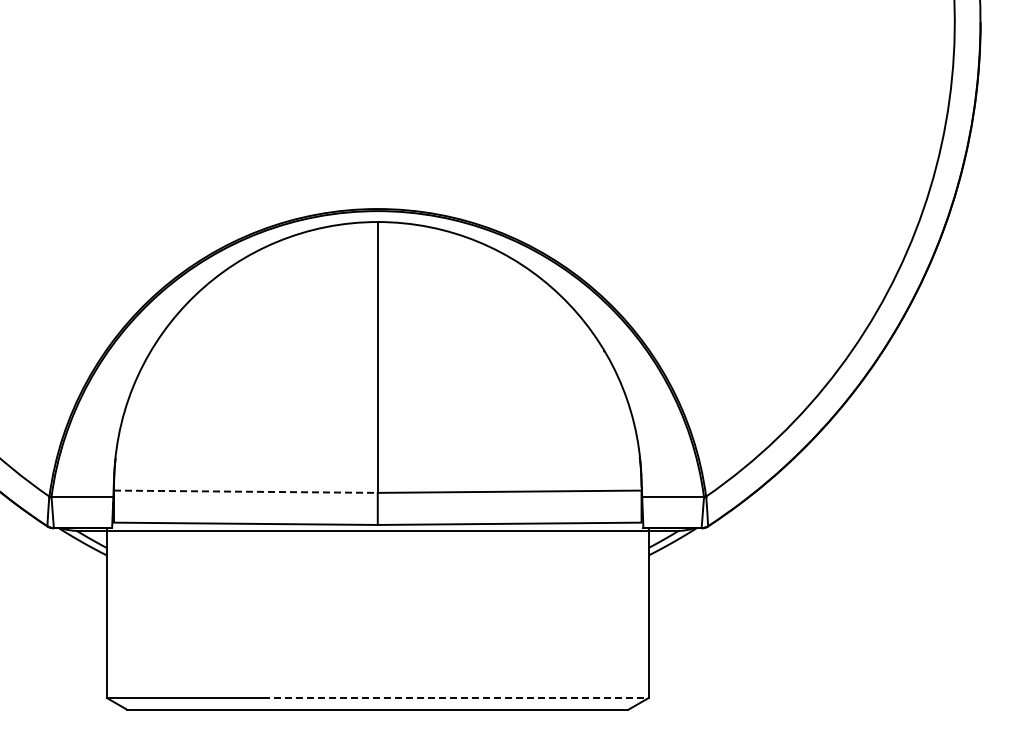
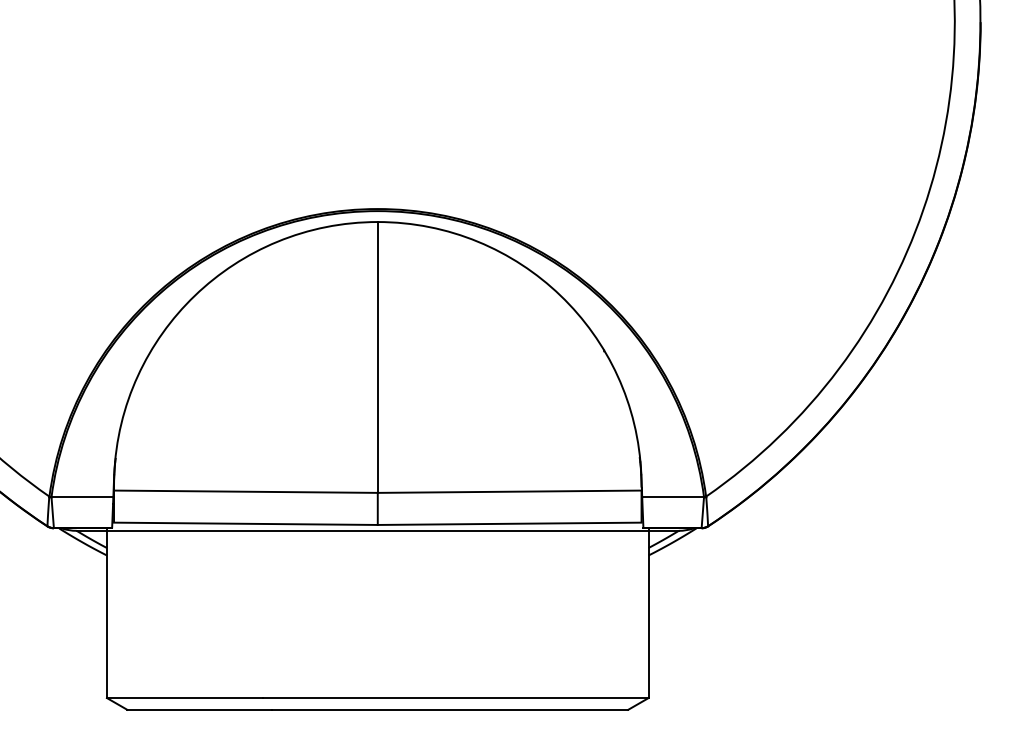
line at (245, 491): dashed -> solid
line at (456, 698): dashed -> solid
